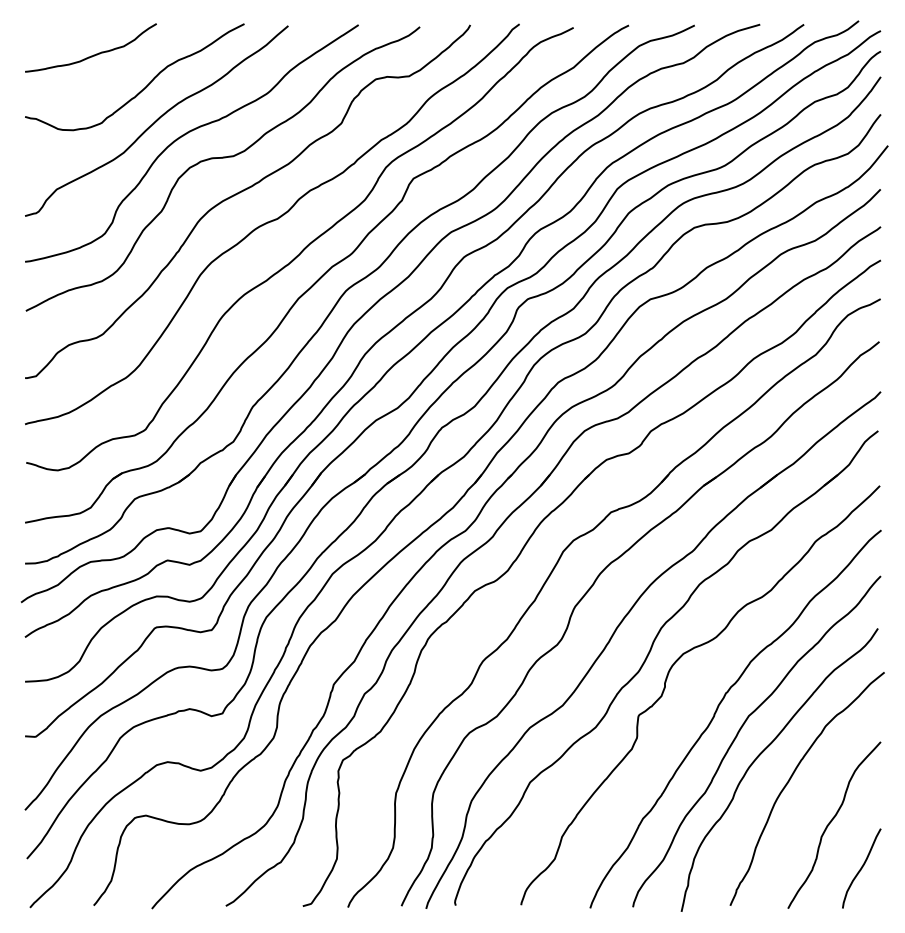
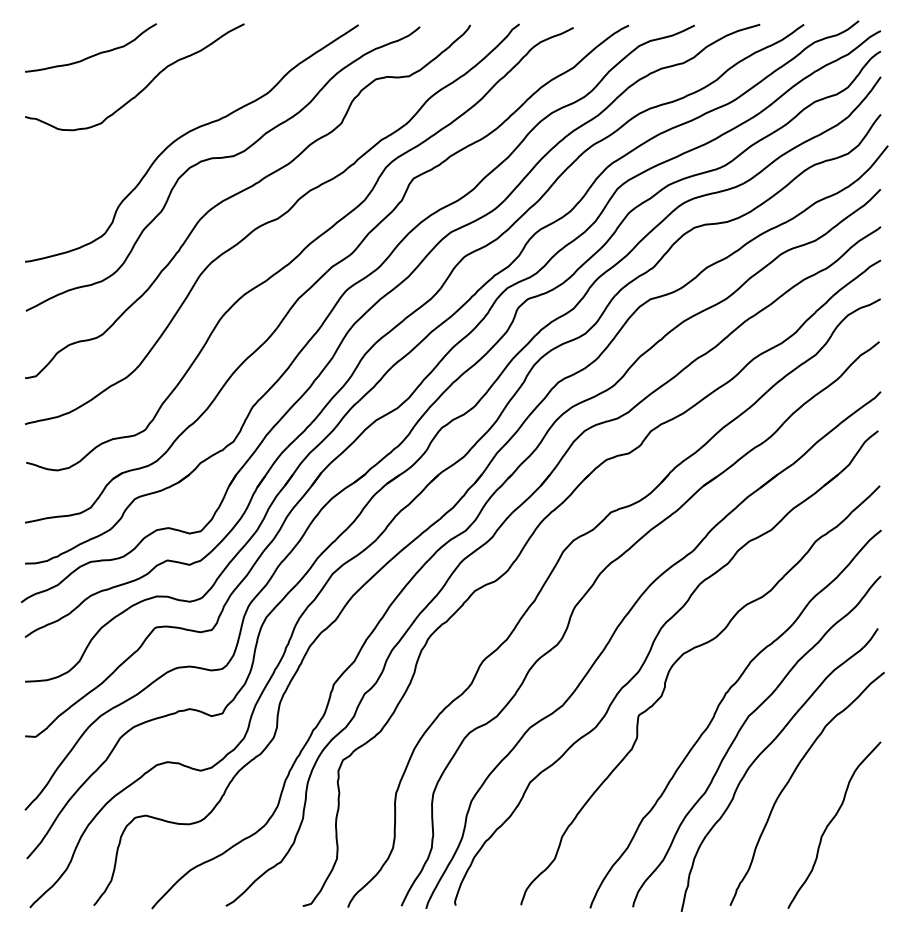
curve at (156, 120): present -> none
curve at (861, 868): present -> none
